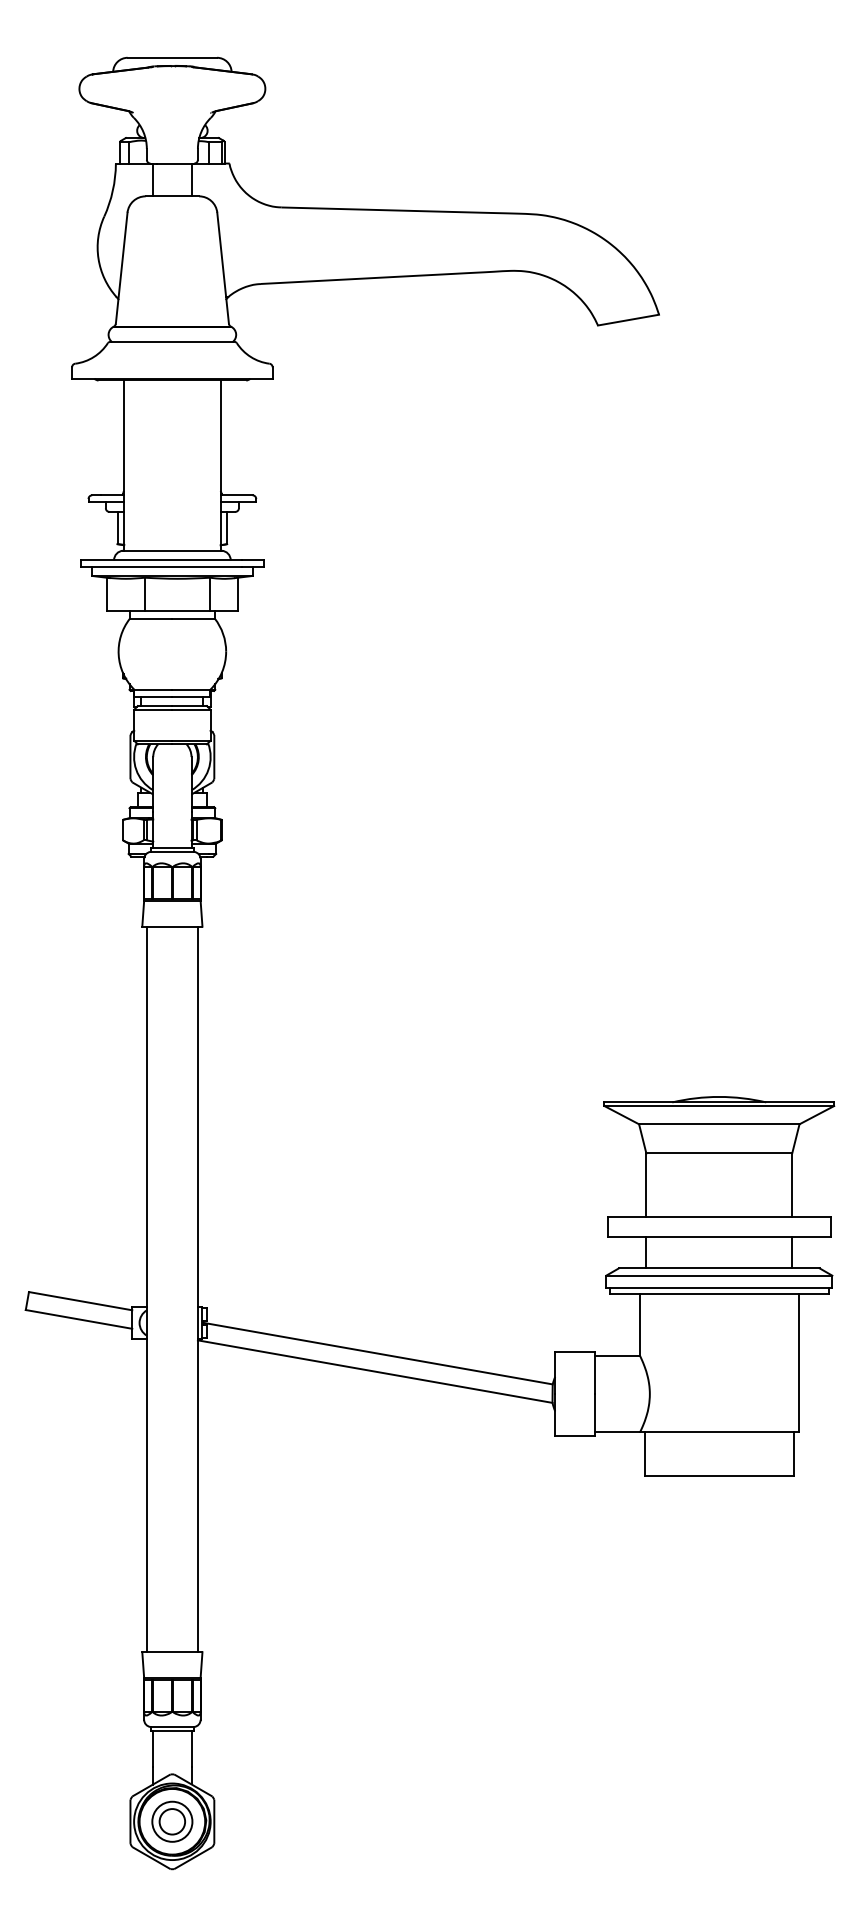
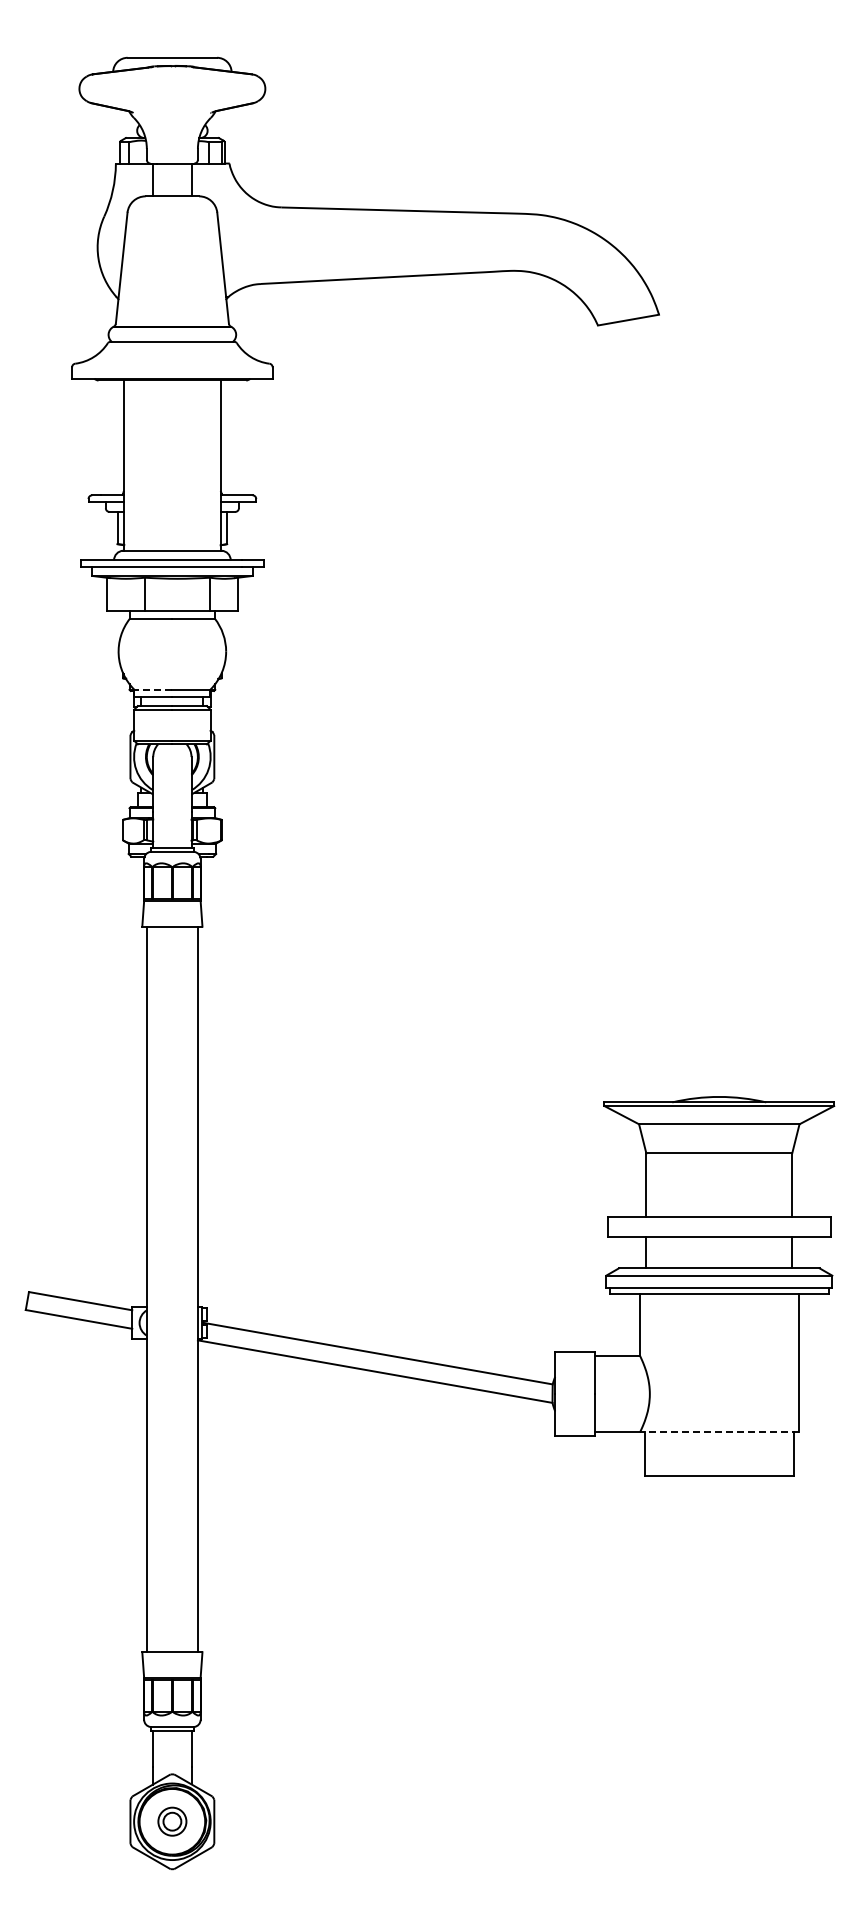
line at (152, 689): solid -> dashed
line at (718, 1432): solid -> dashed
part at (172, 1821) size: 43x43 px -> 31x31 px
